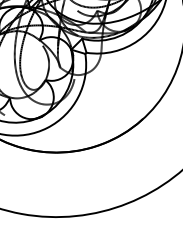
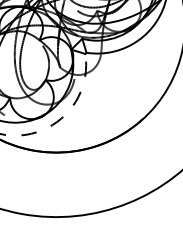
arc at (64, 116): solid -> dashed
